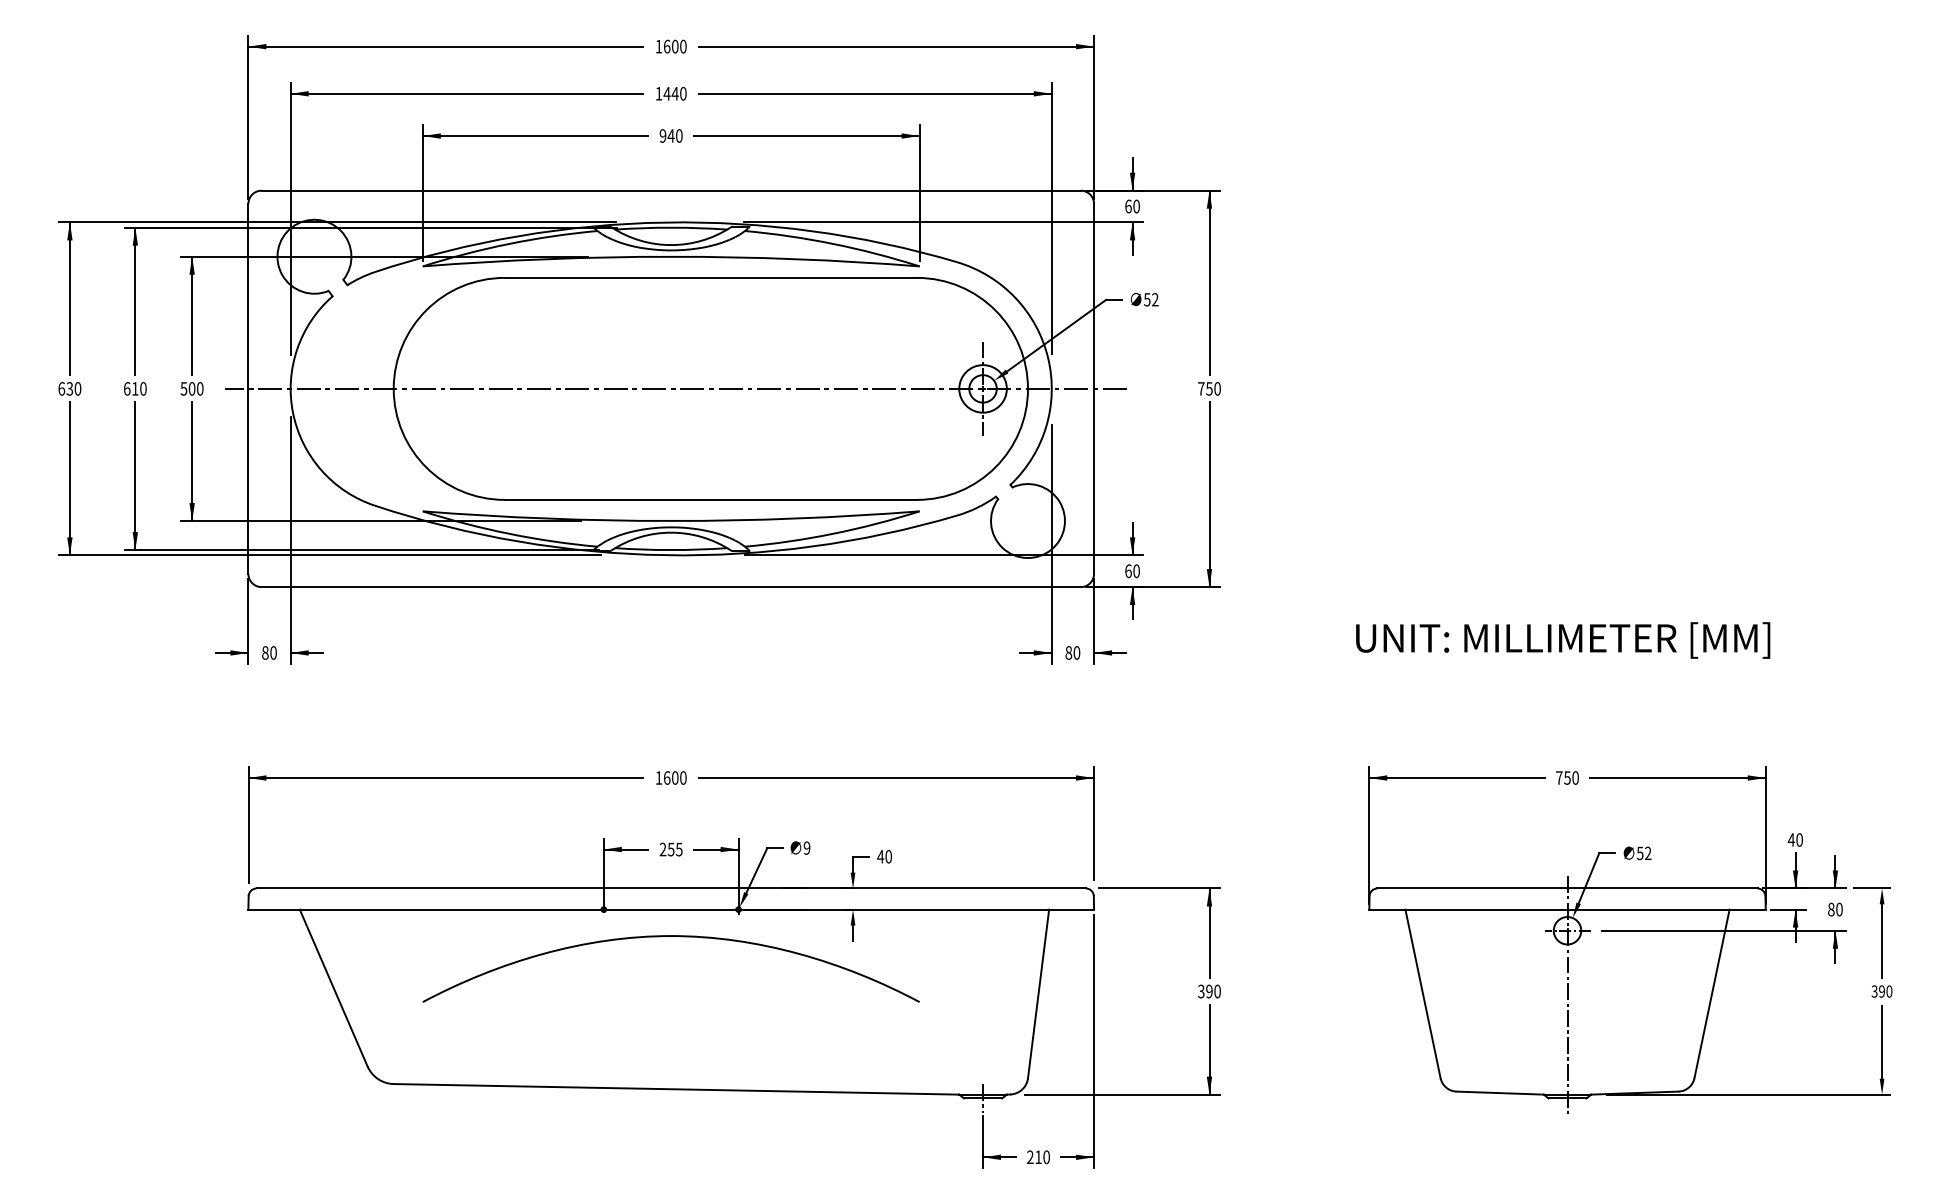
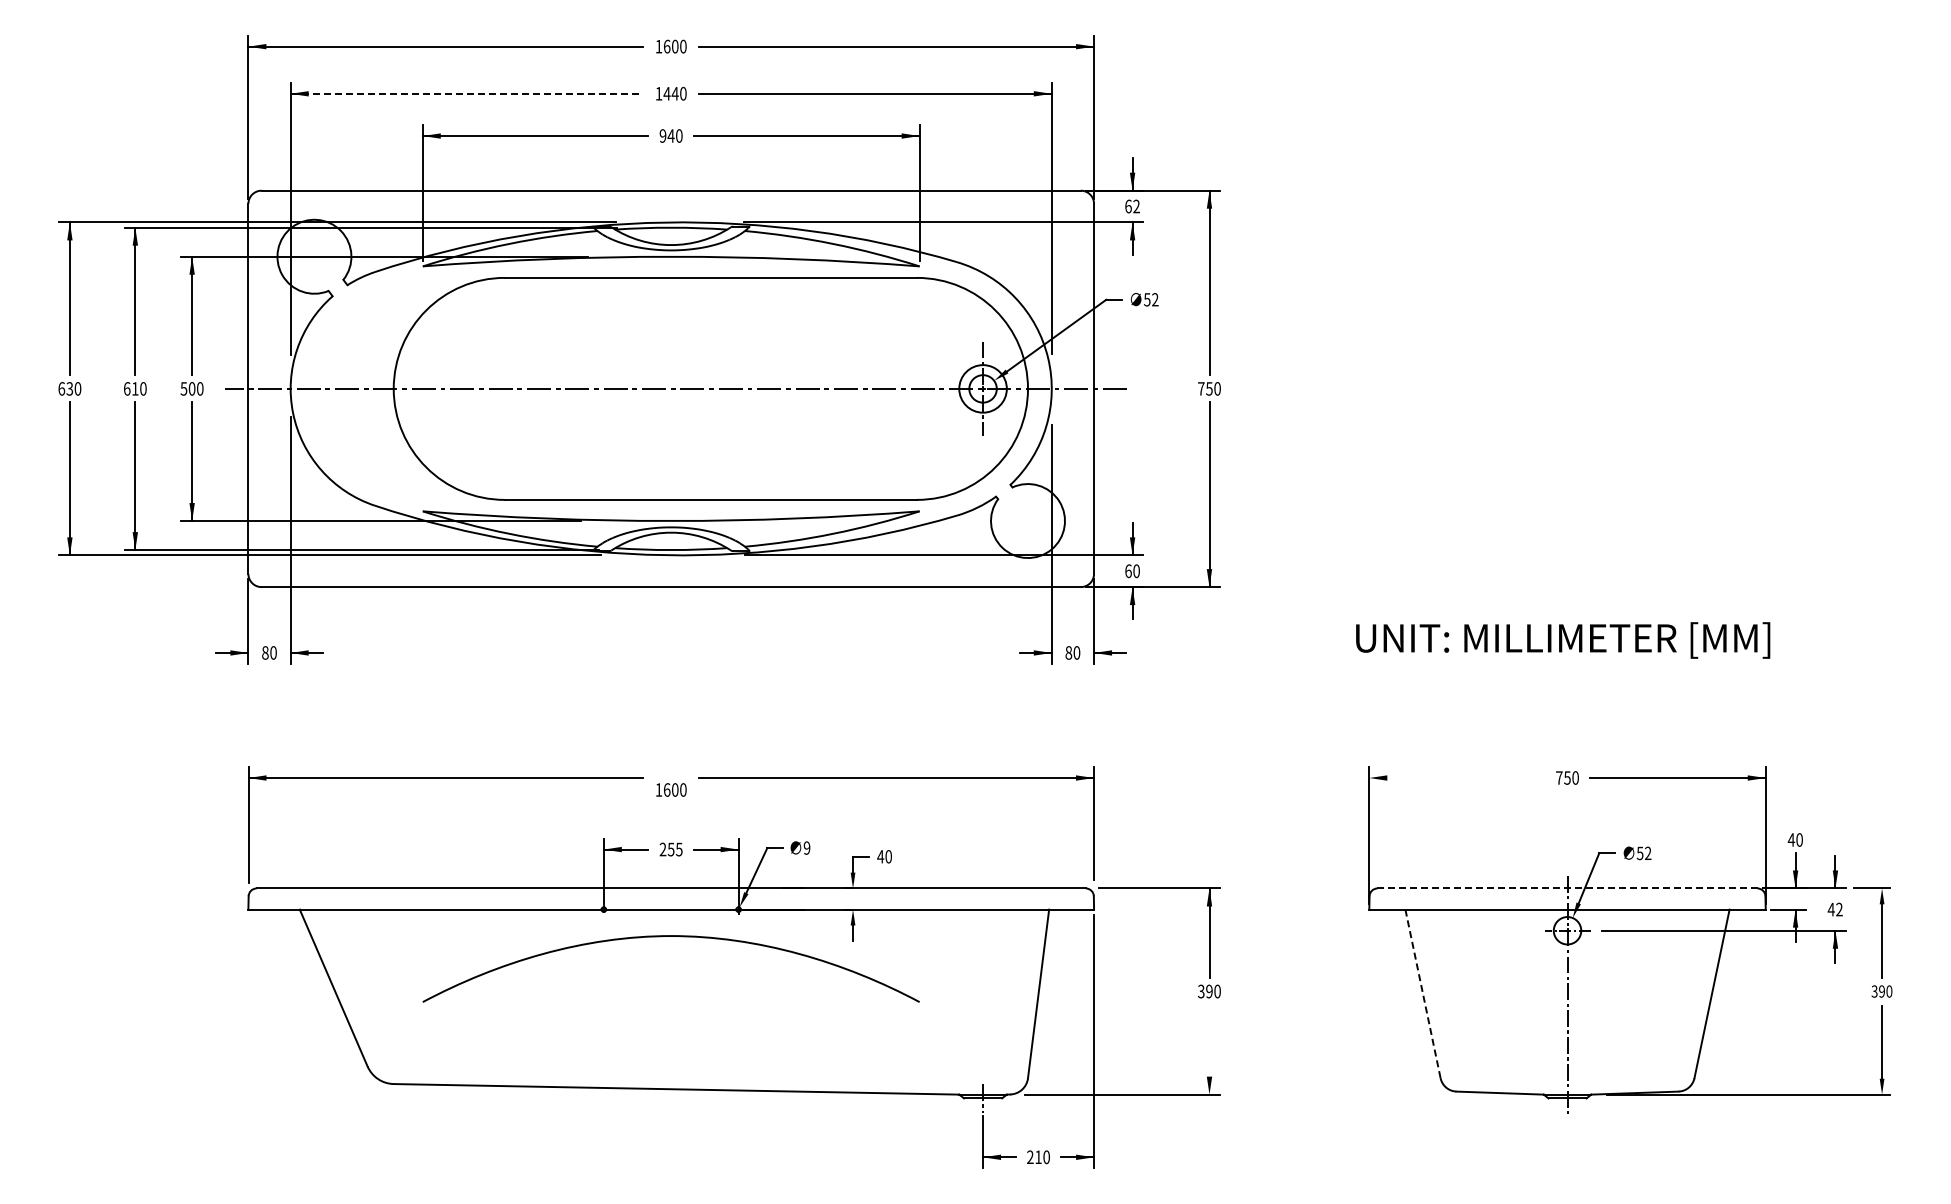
line at (467, 93): solid -> dashed
text at (1136, 206): 60 -> 62
text at (671, 777) position: (671, 777) -> (671, 789)
line at (1456, 778): present -> none
line at (1568, 888): solid -> dashed
text at (1834, 909): 80 -> 42
line at (1423, 994): solid -> dashed
line at (1209, 1049): present -> none
